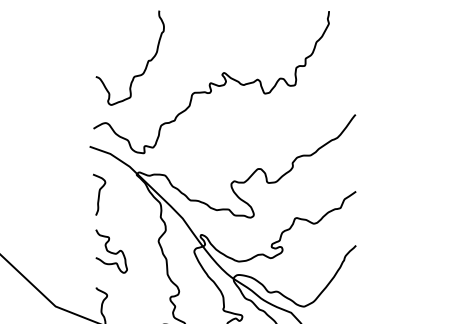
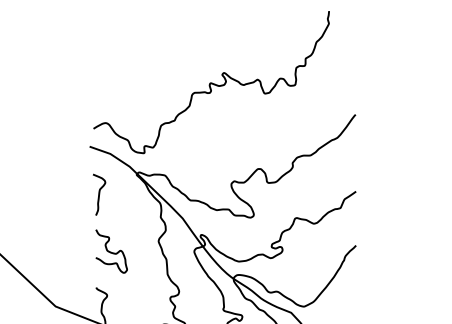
curve at (146, 63): present -> none
